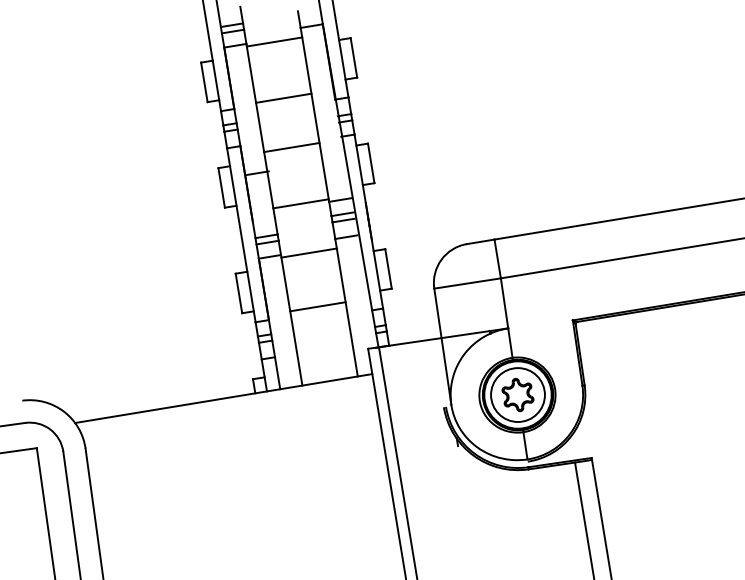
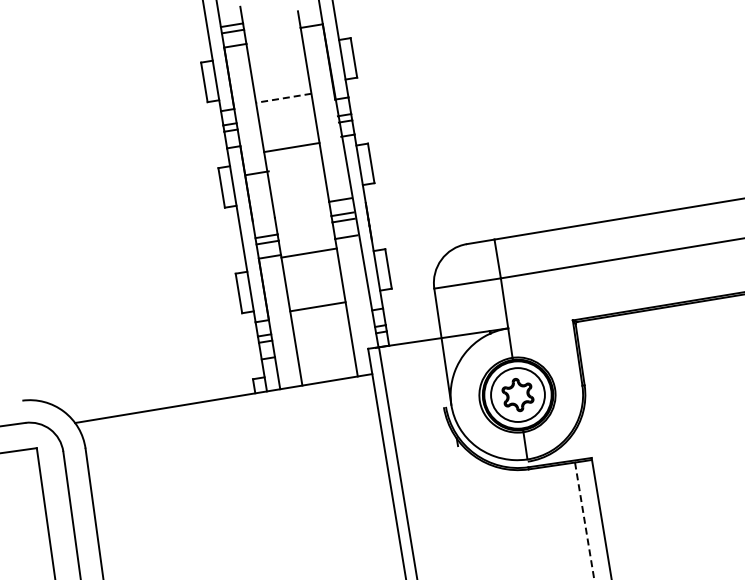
line at (274, 41): present -> none
line at (283, 98): solid -> dashed
line at (300, 203): present -> none
line at (584, 521): solid -> dashed
